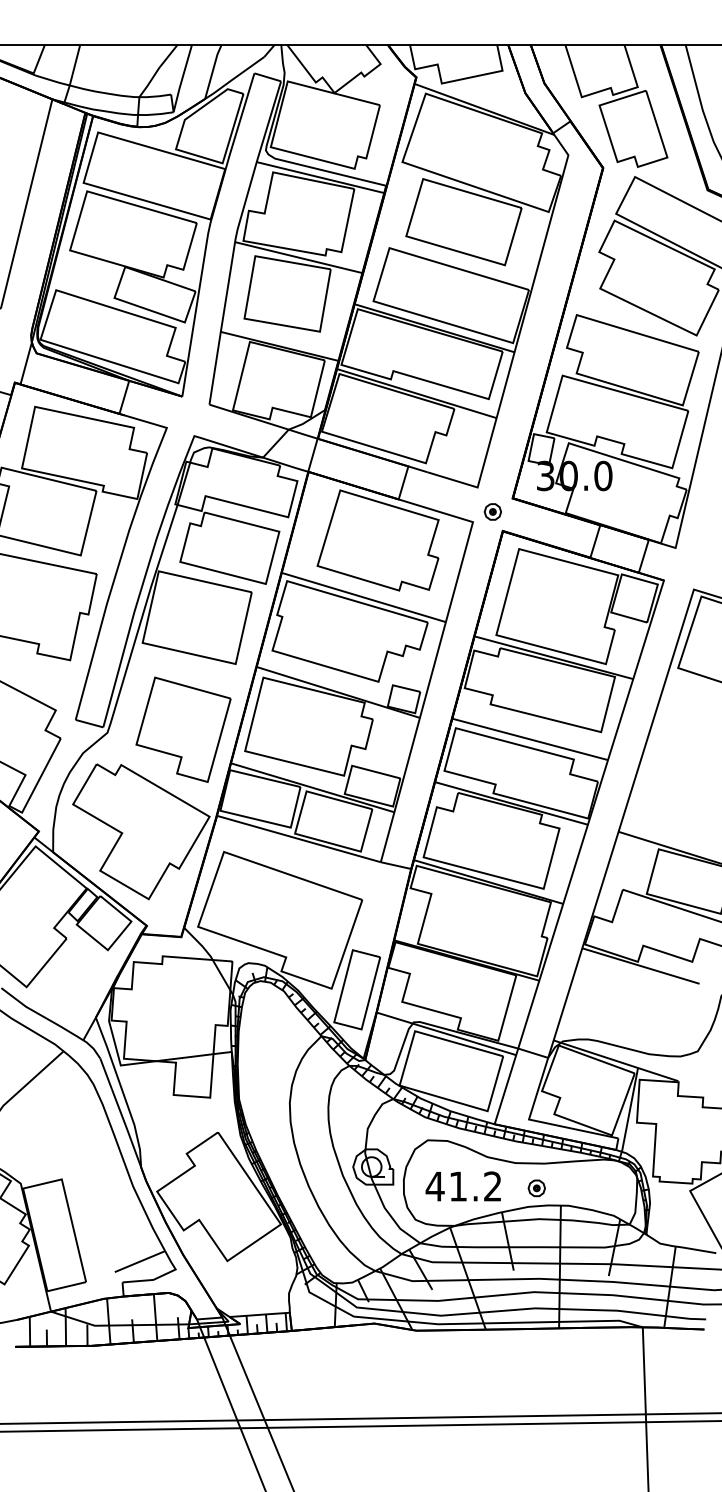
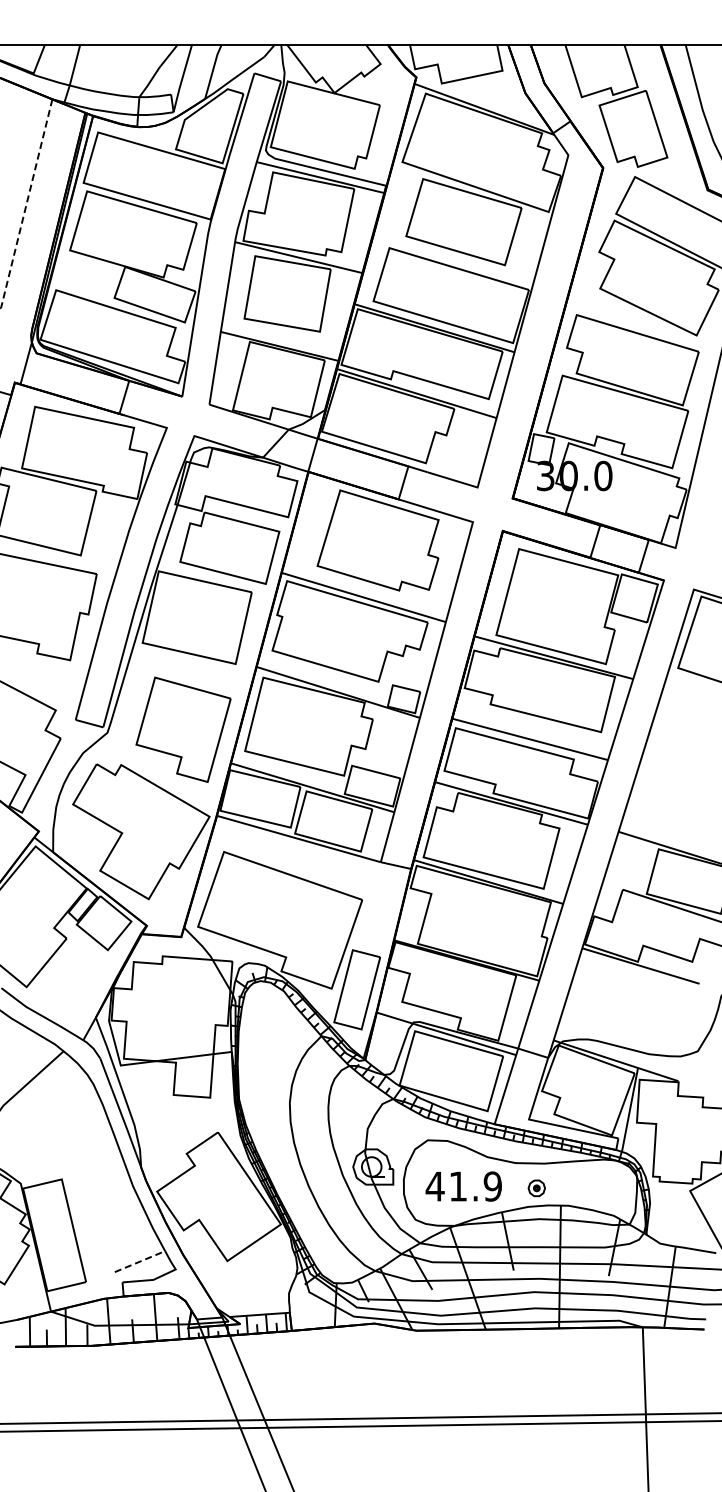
line at (26, 205): solid -> dashed
part at (492, 511): present -> none
text at (492, 1186): 41.2 -> 41.9
line at (140, 1261): solid -> dashed
